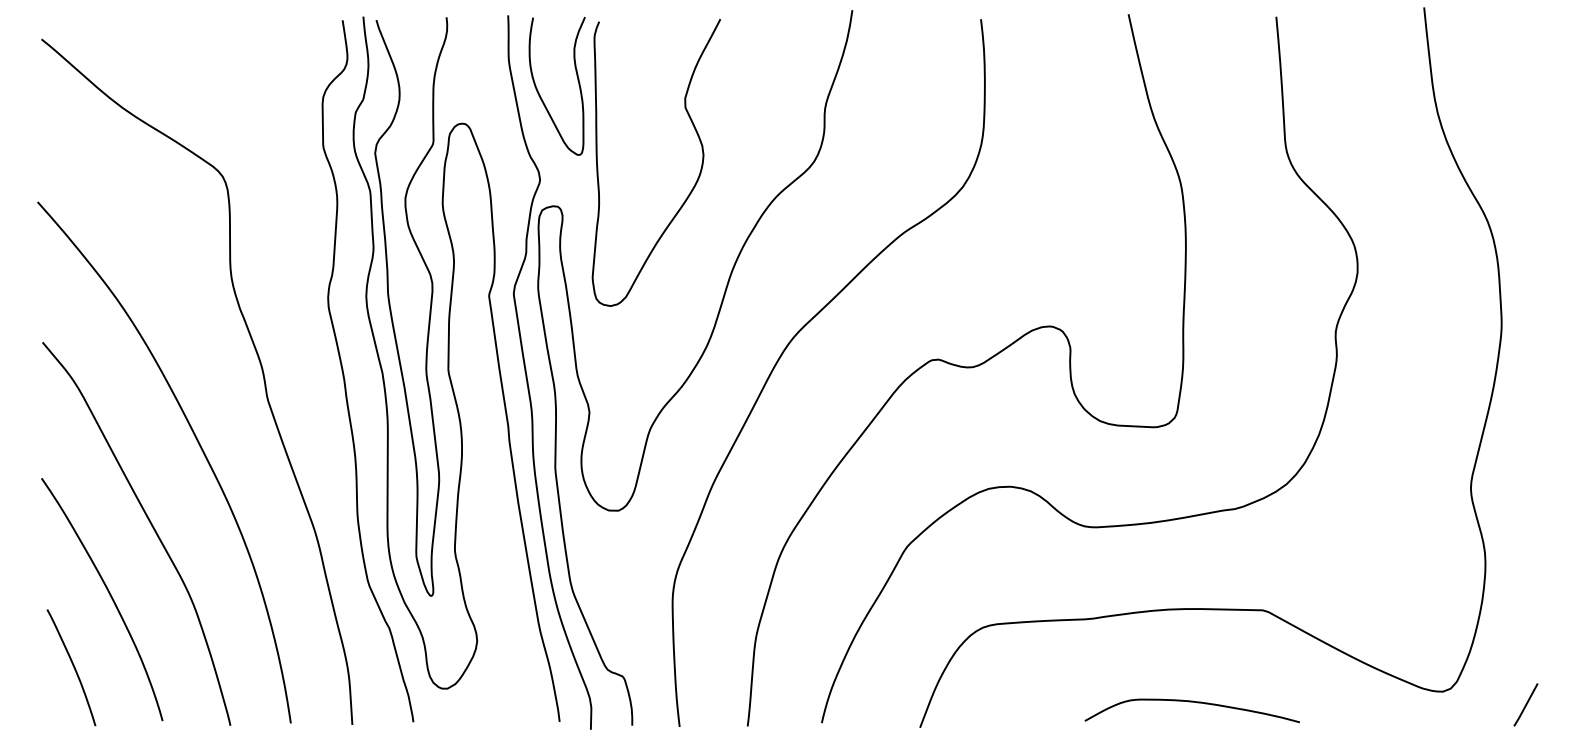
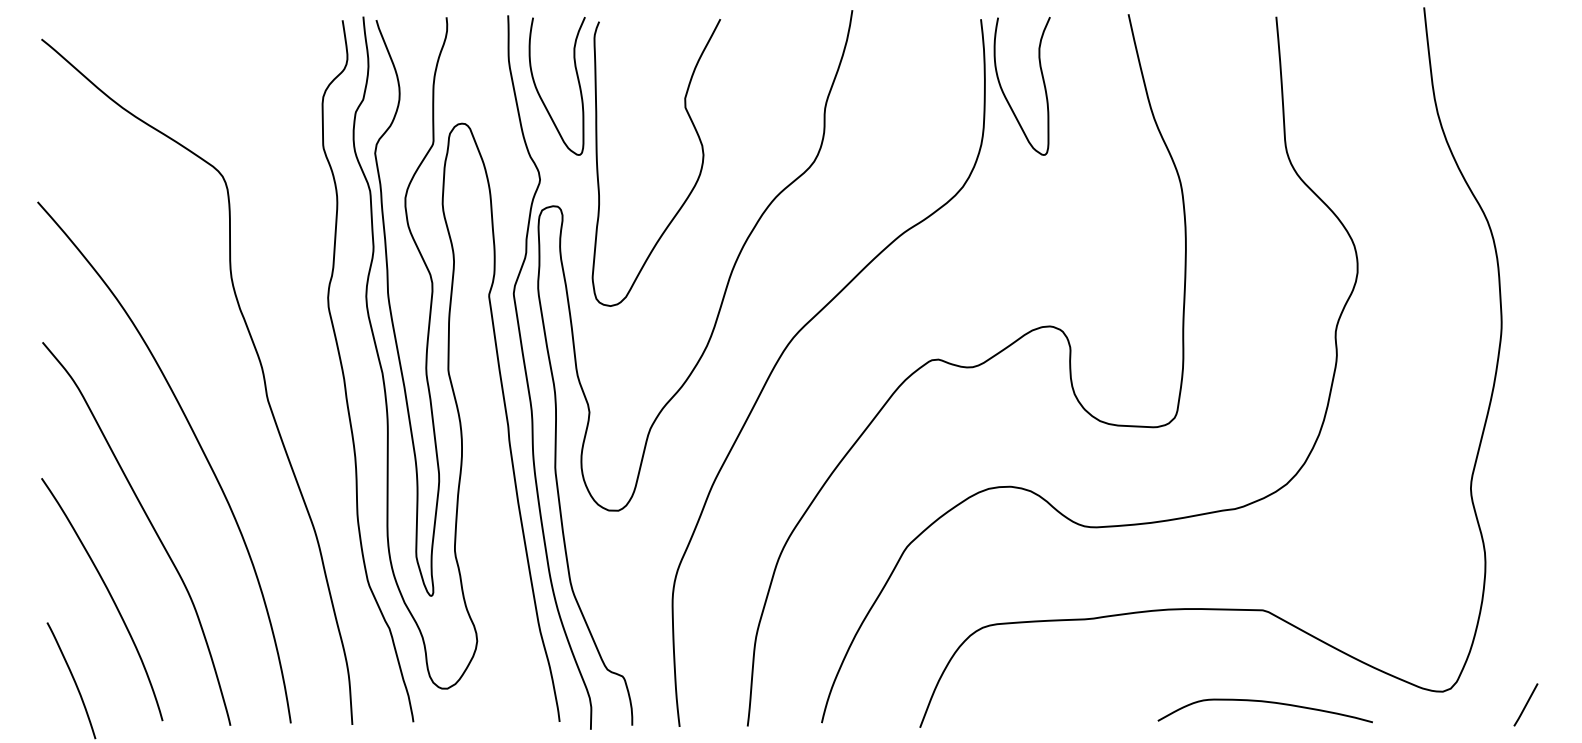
curve at (1004, 92): none -> present
curve at (73, 667) position: (73, 667) -> (73, 680)
curve at (1191, 702) position: (1191, 702) -> (1264, 702)
